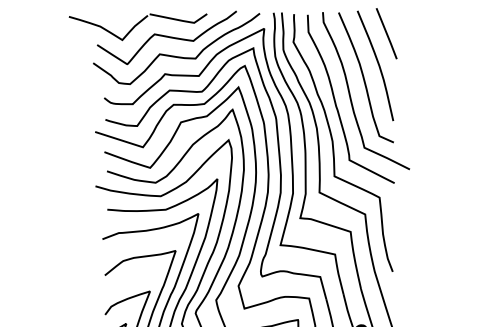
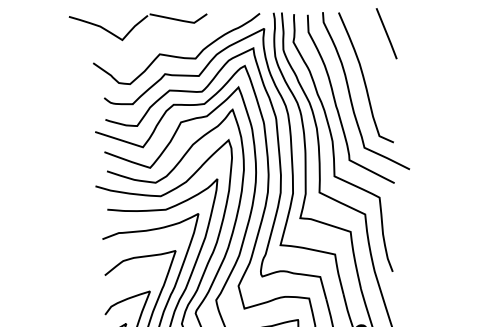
curve at (166, 37): present -> none
curve at (377, 64): present -> none
